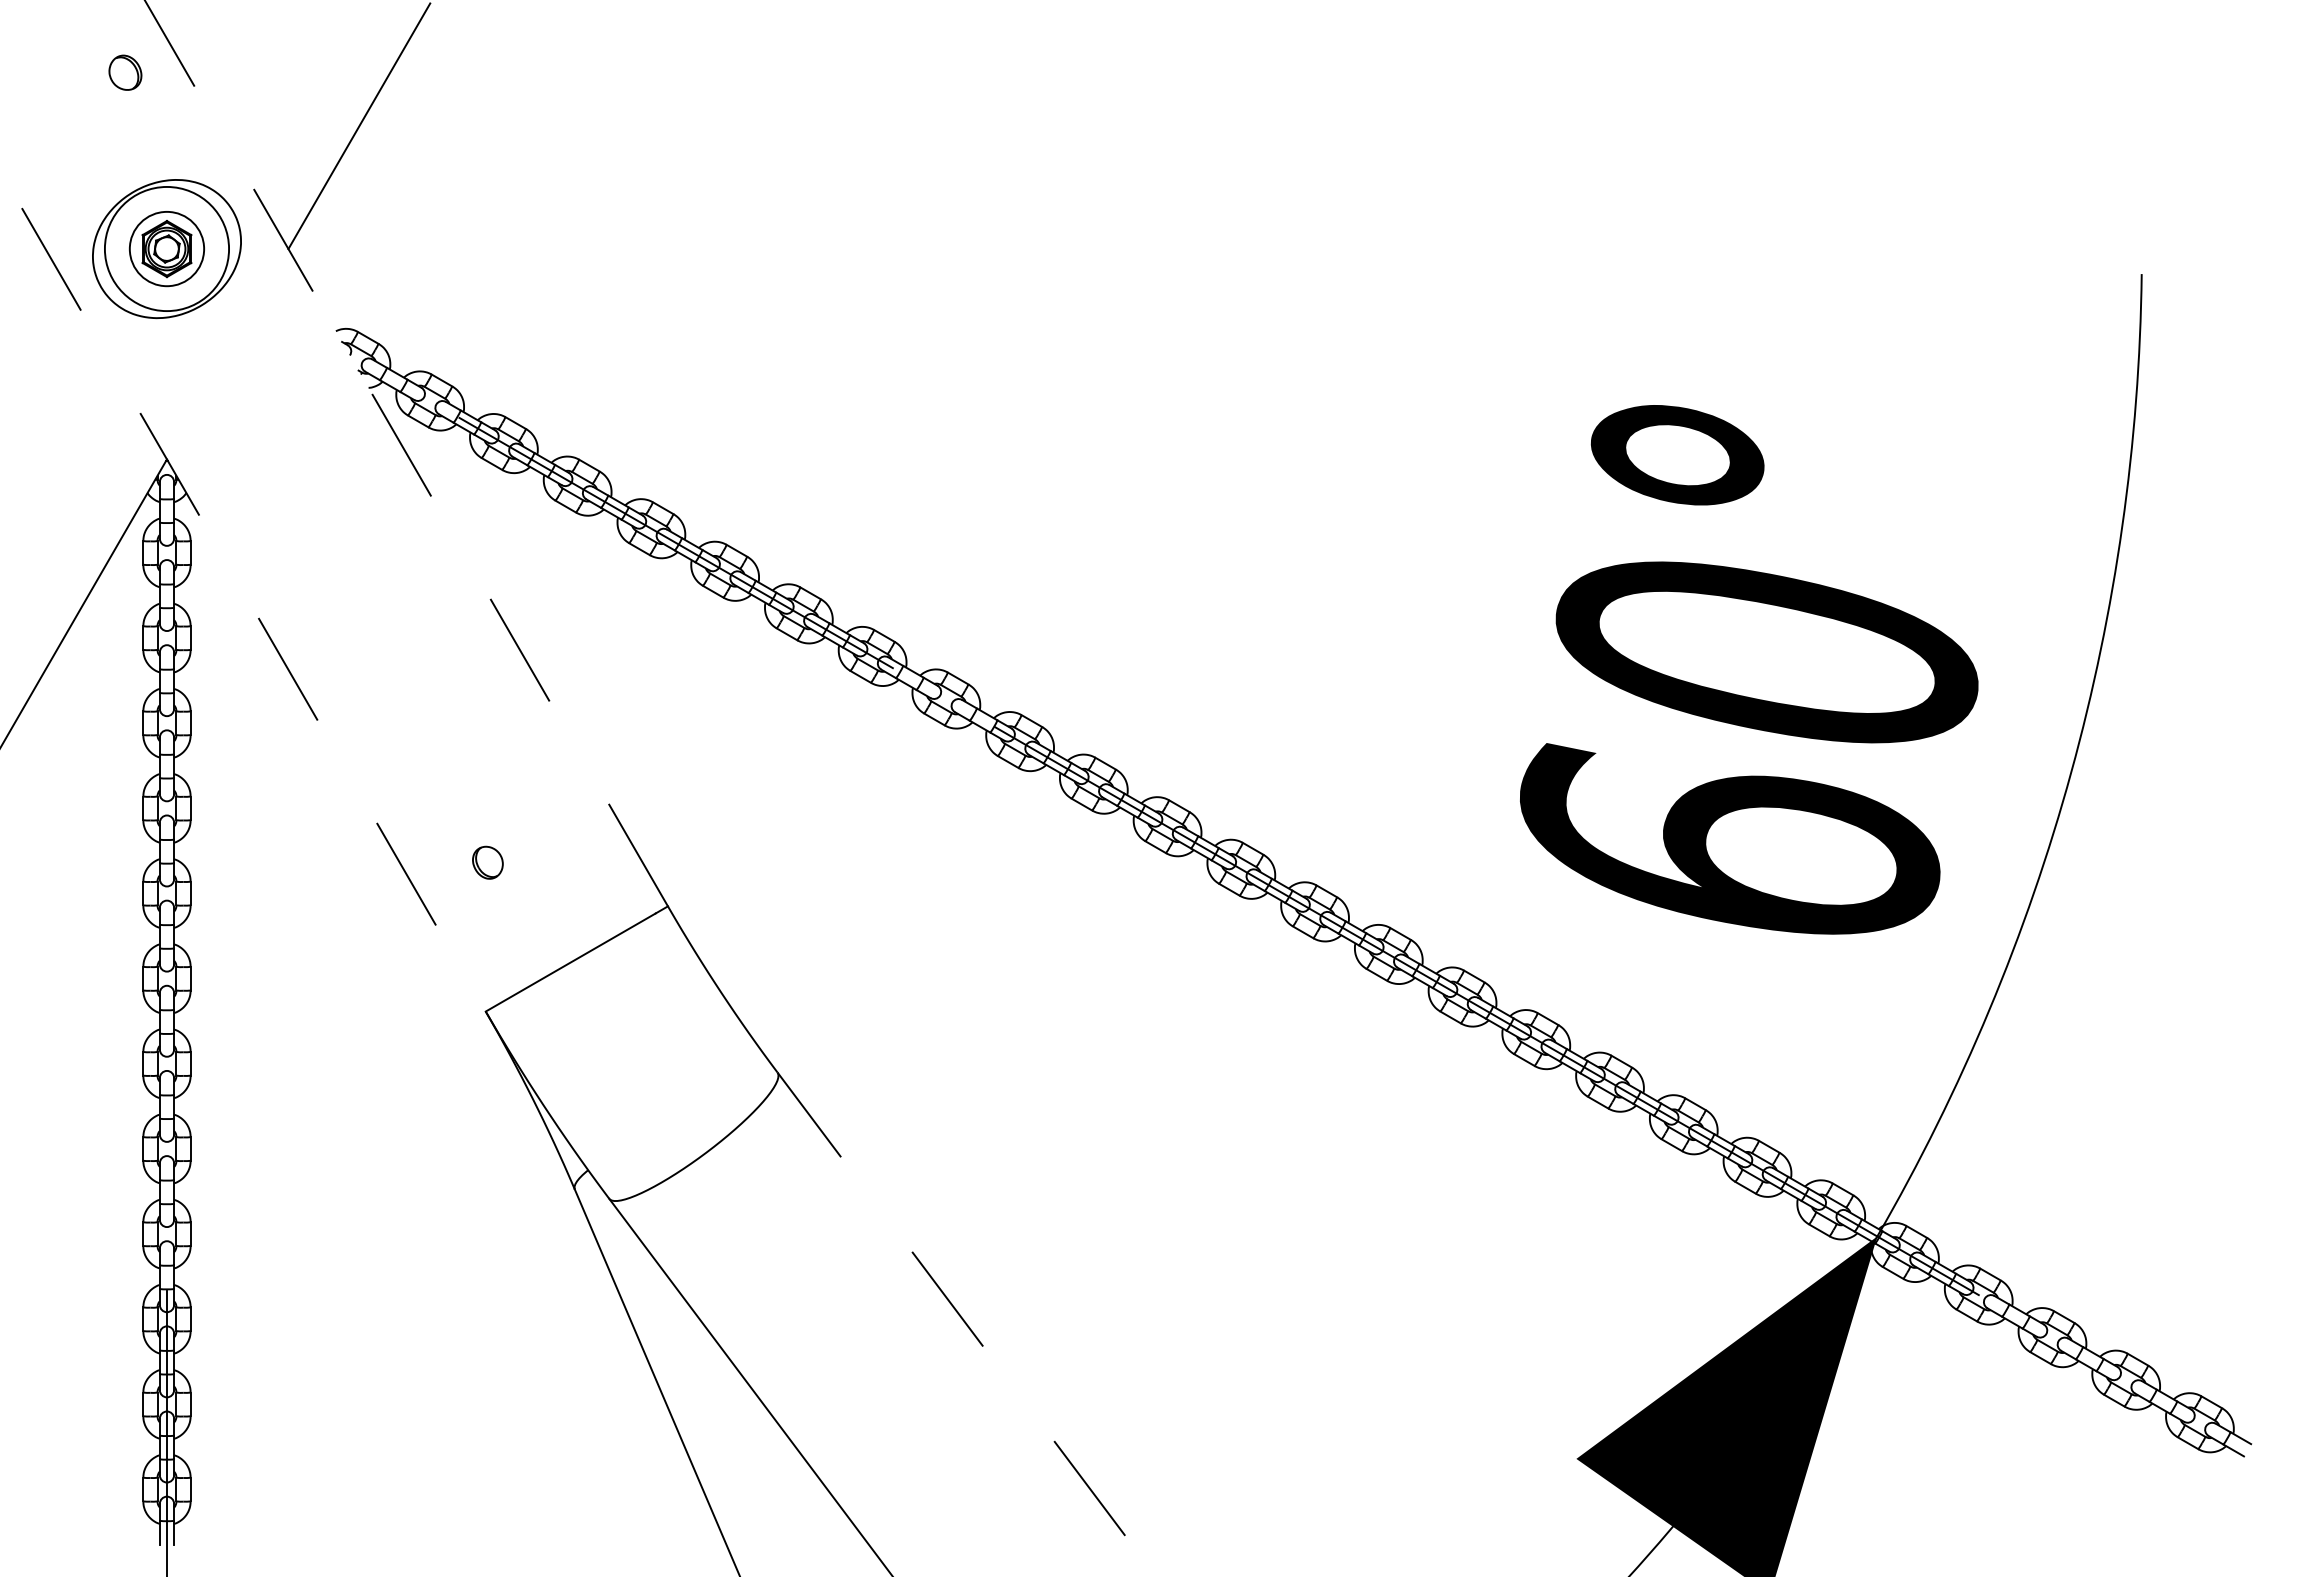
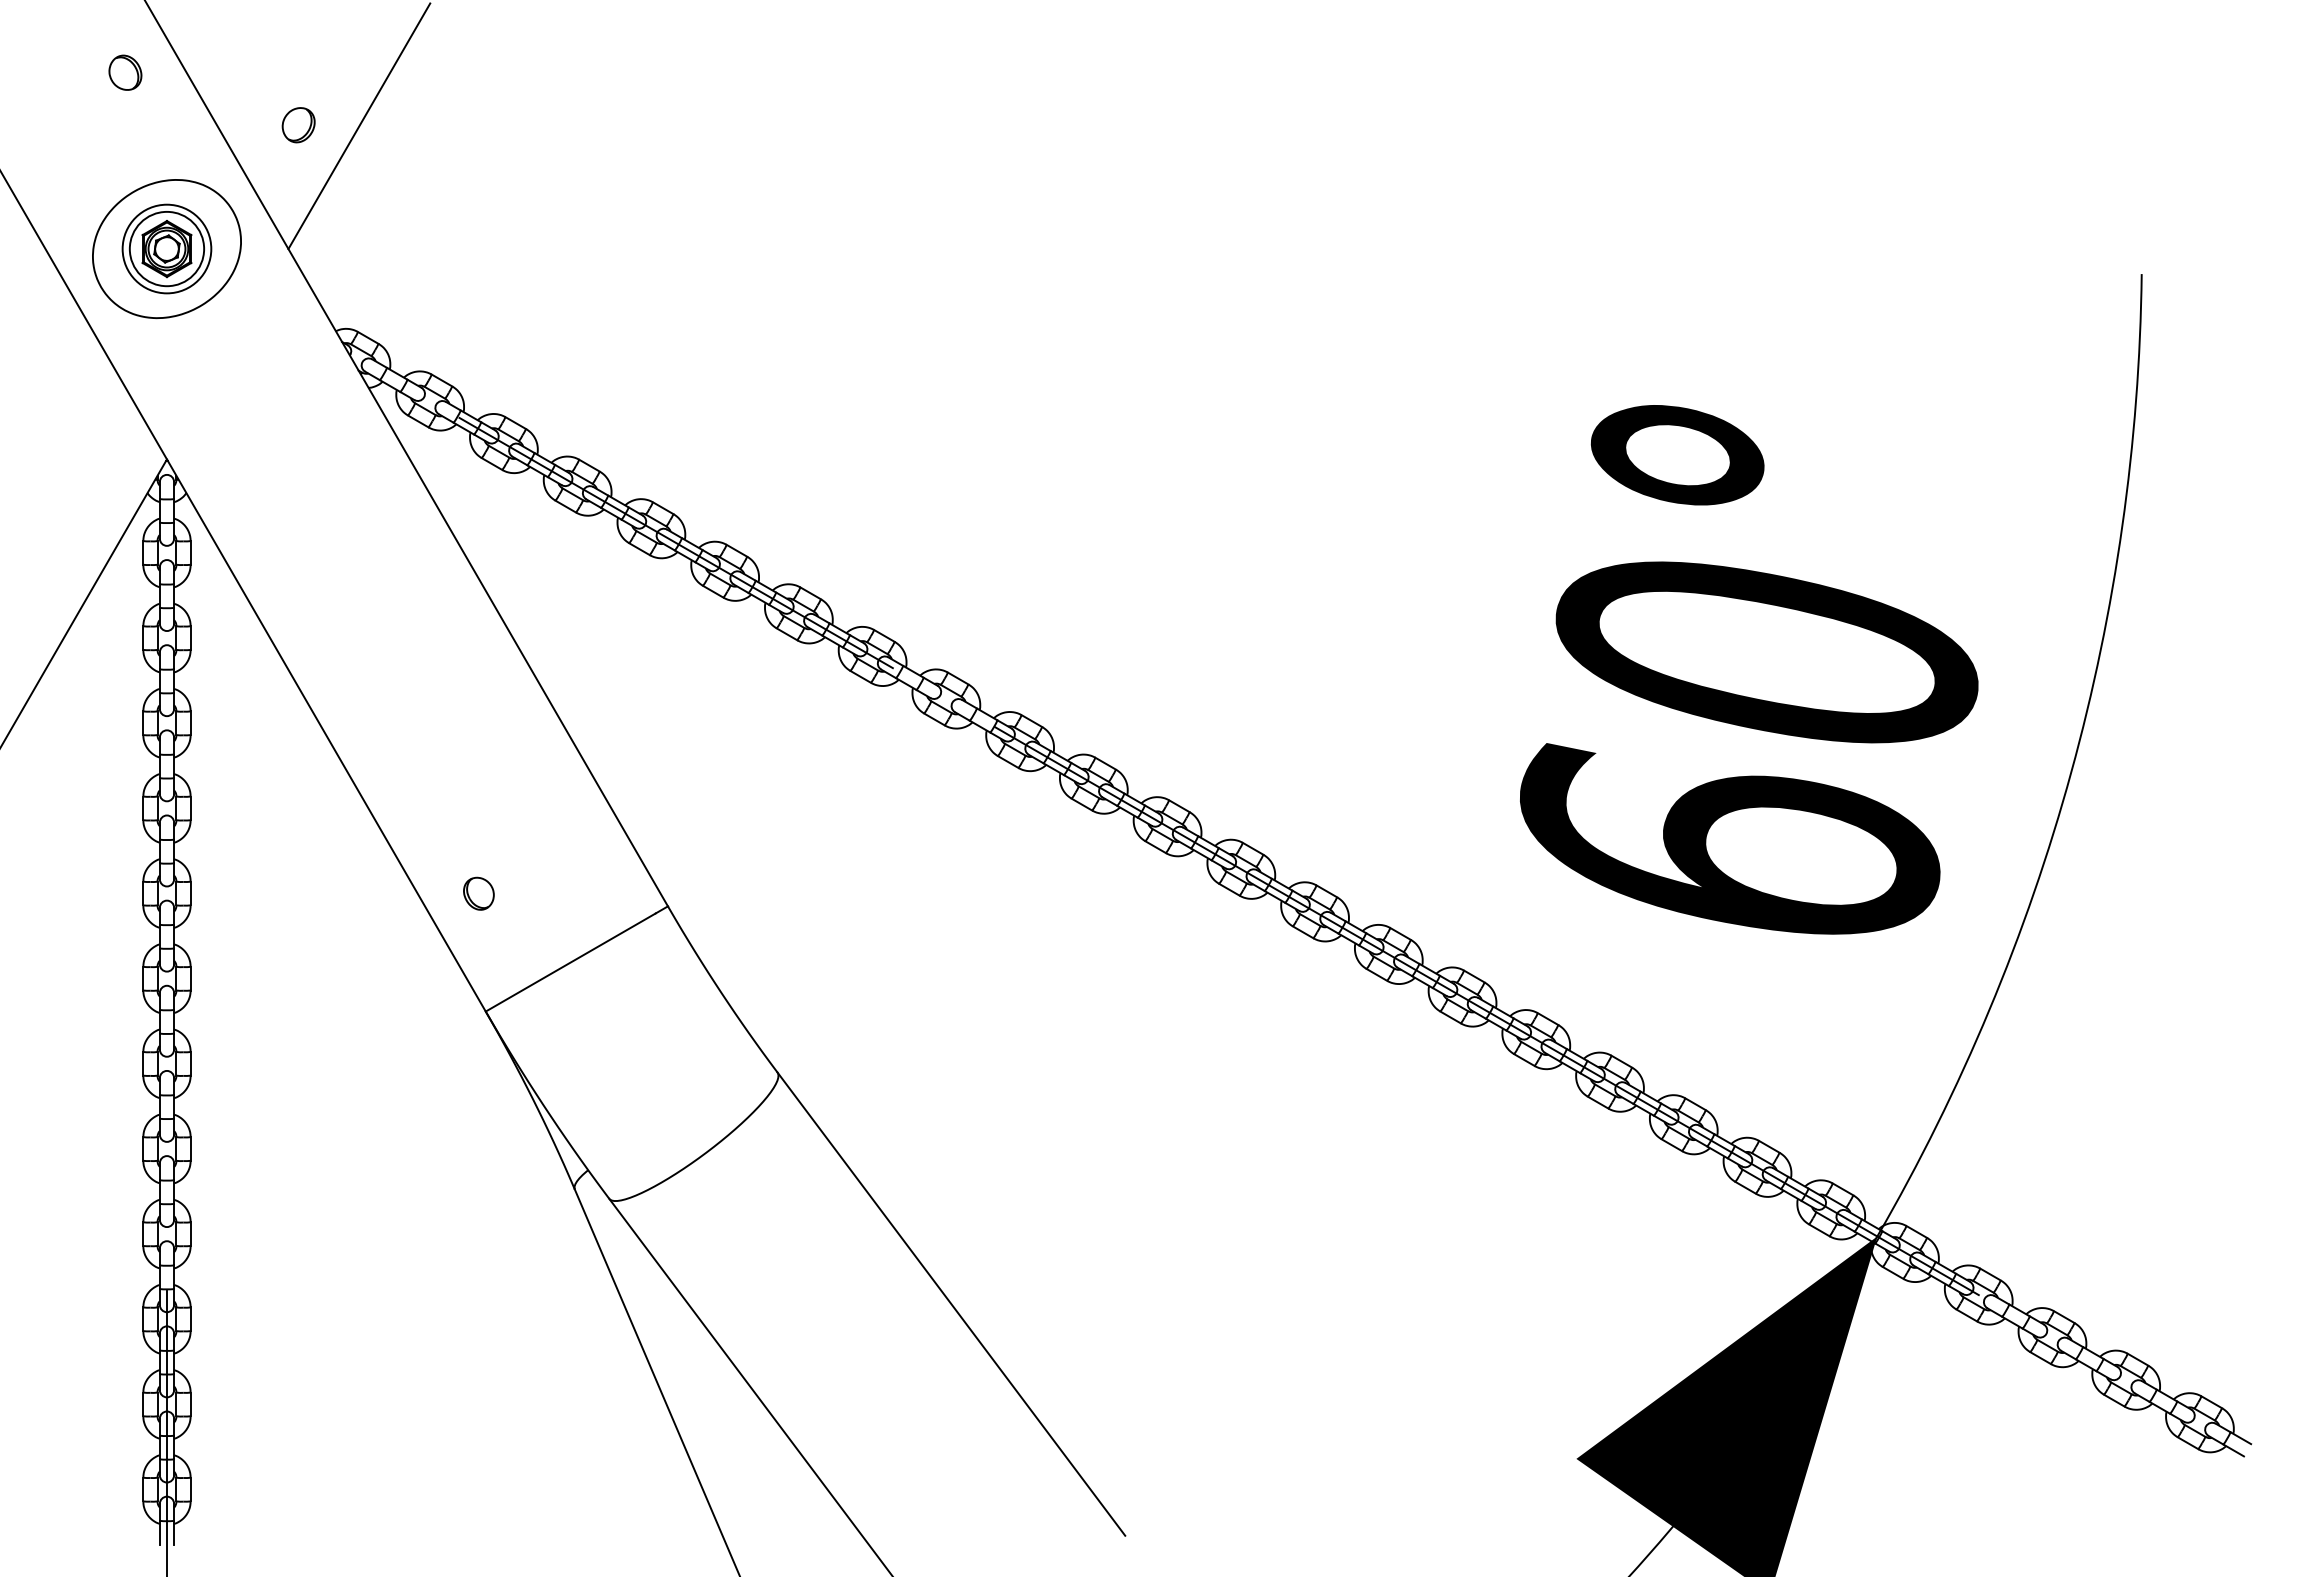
part at (298, 125): none -> present
circle at (166, 248) diameter: 124 px -> 89 px
line at (406, 452): dashed -> solid
line at (242, 590): dashed -> solid
part at (487, 862) position: (487, 862) -> (478, 893)
line at (951, 1304): dashed -> solid
